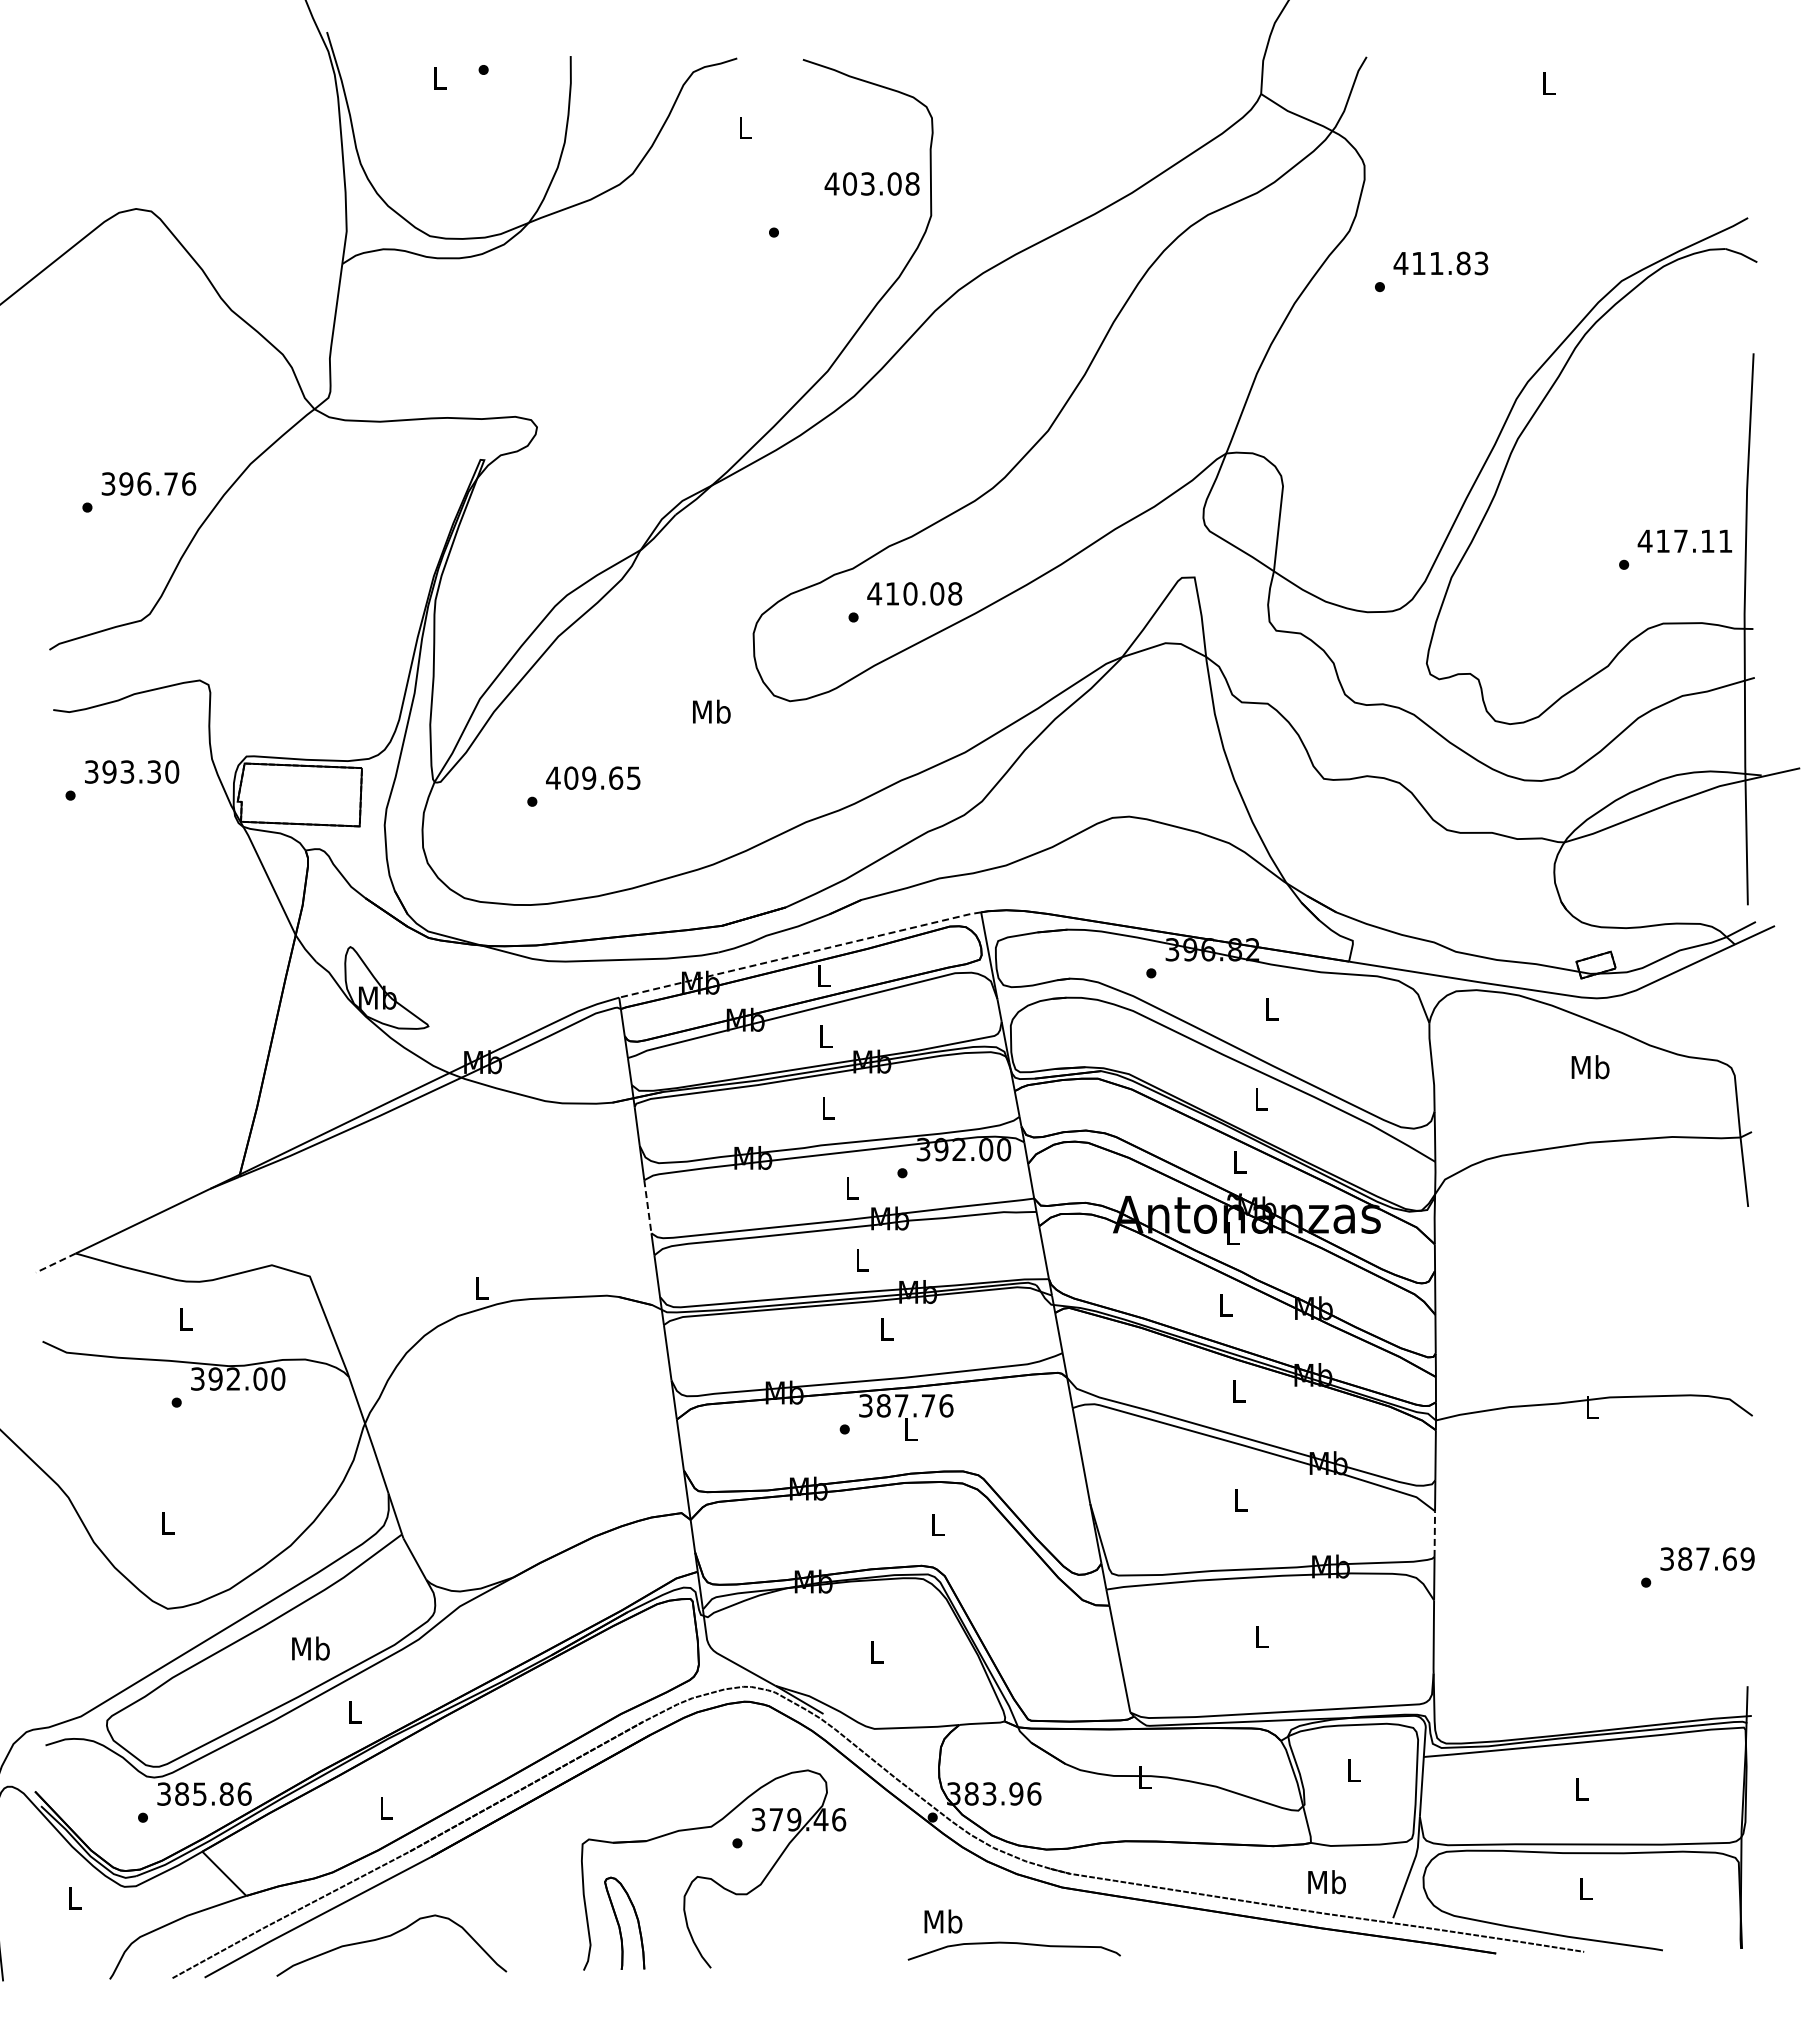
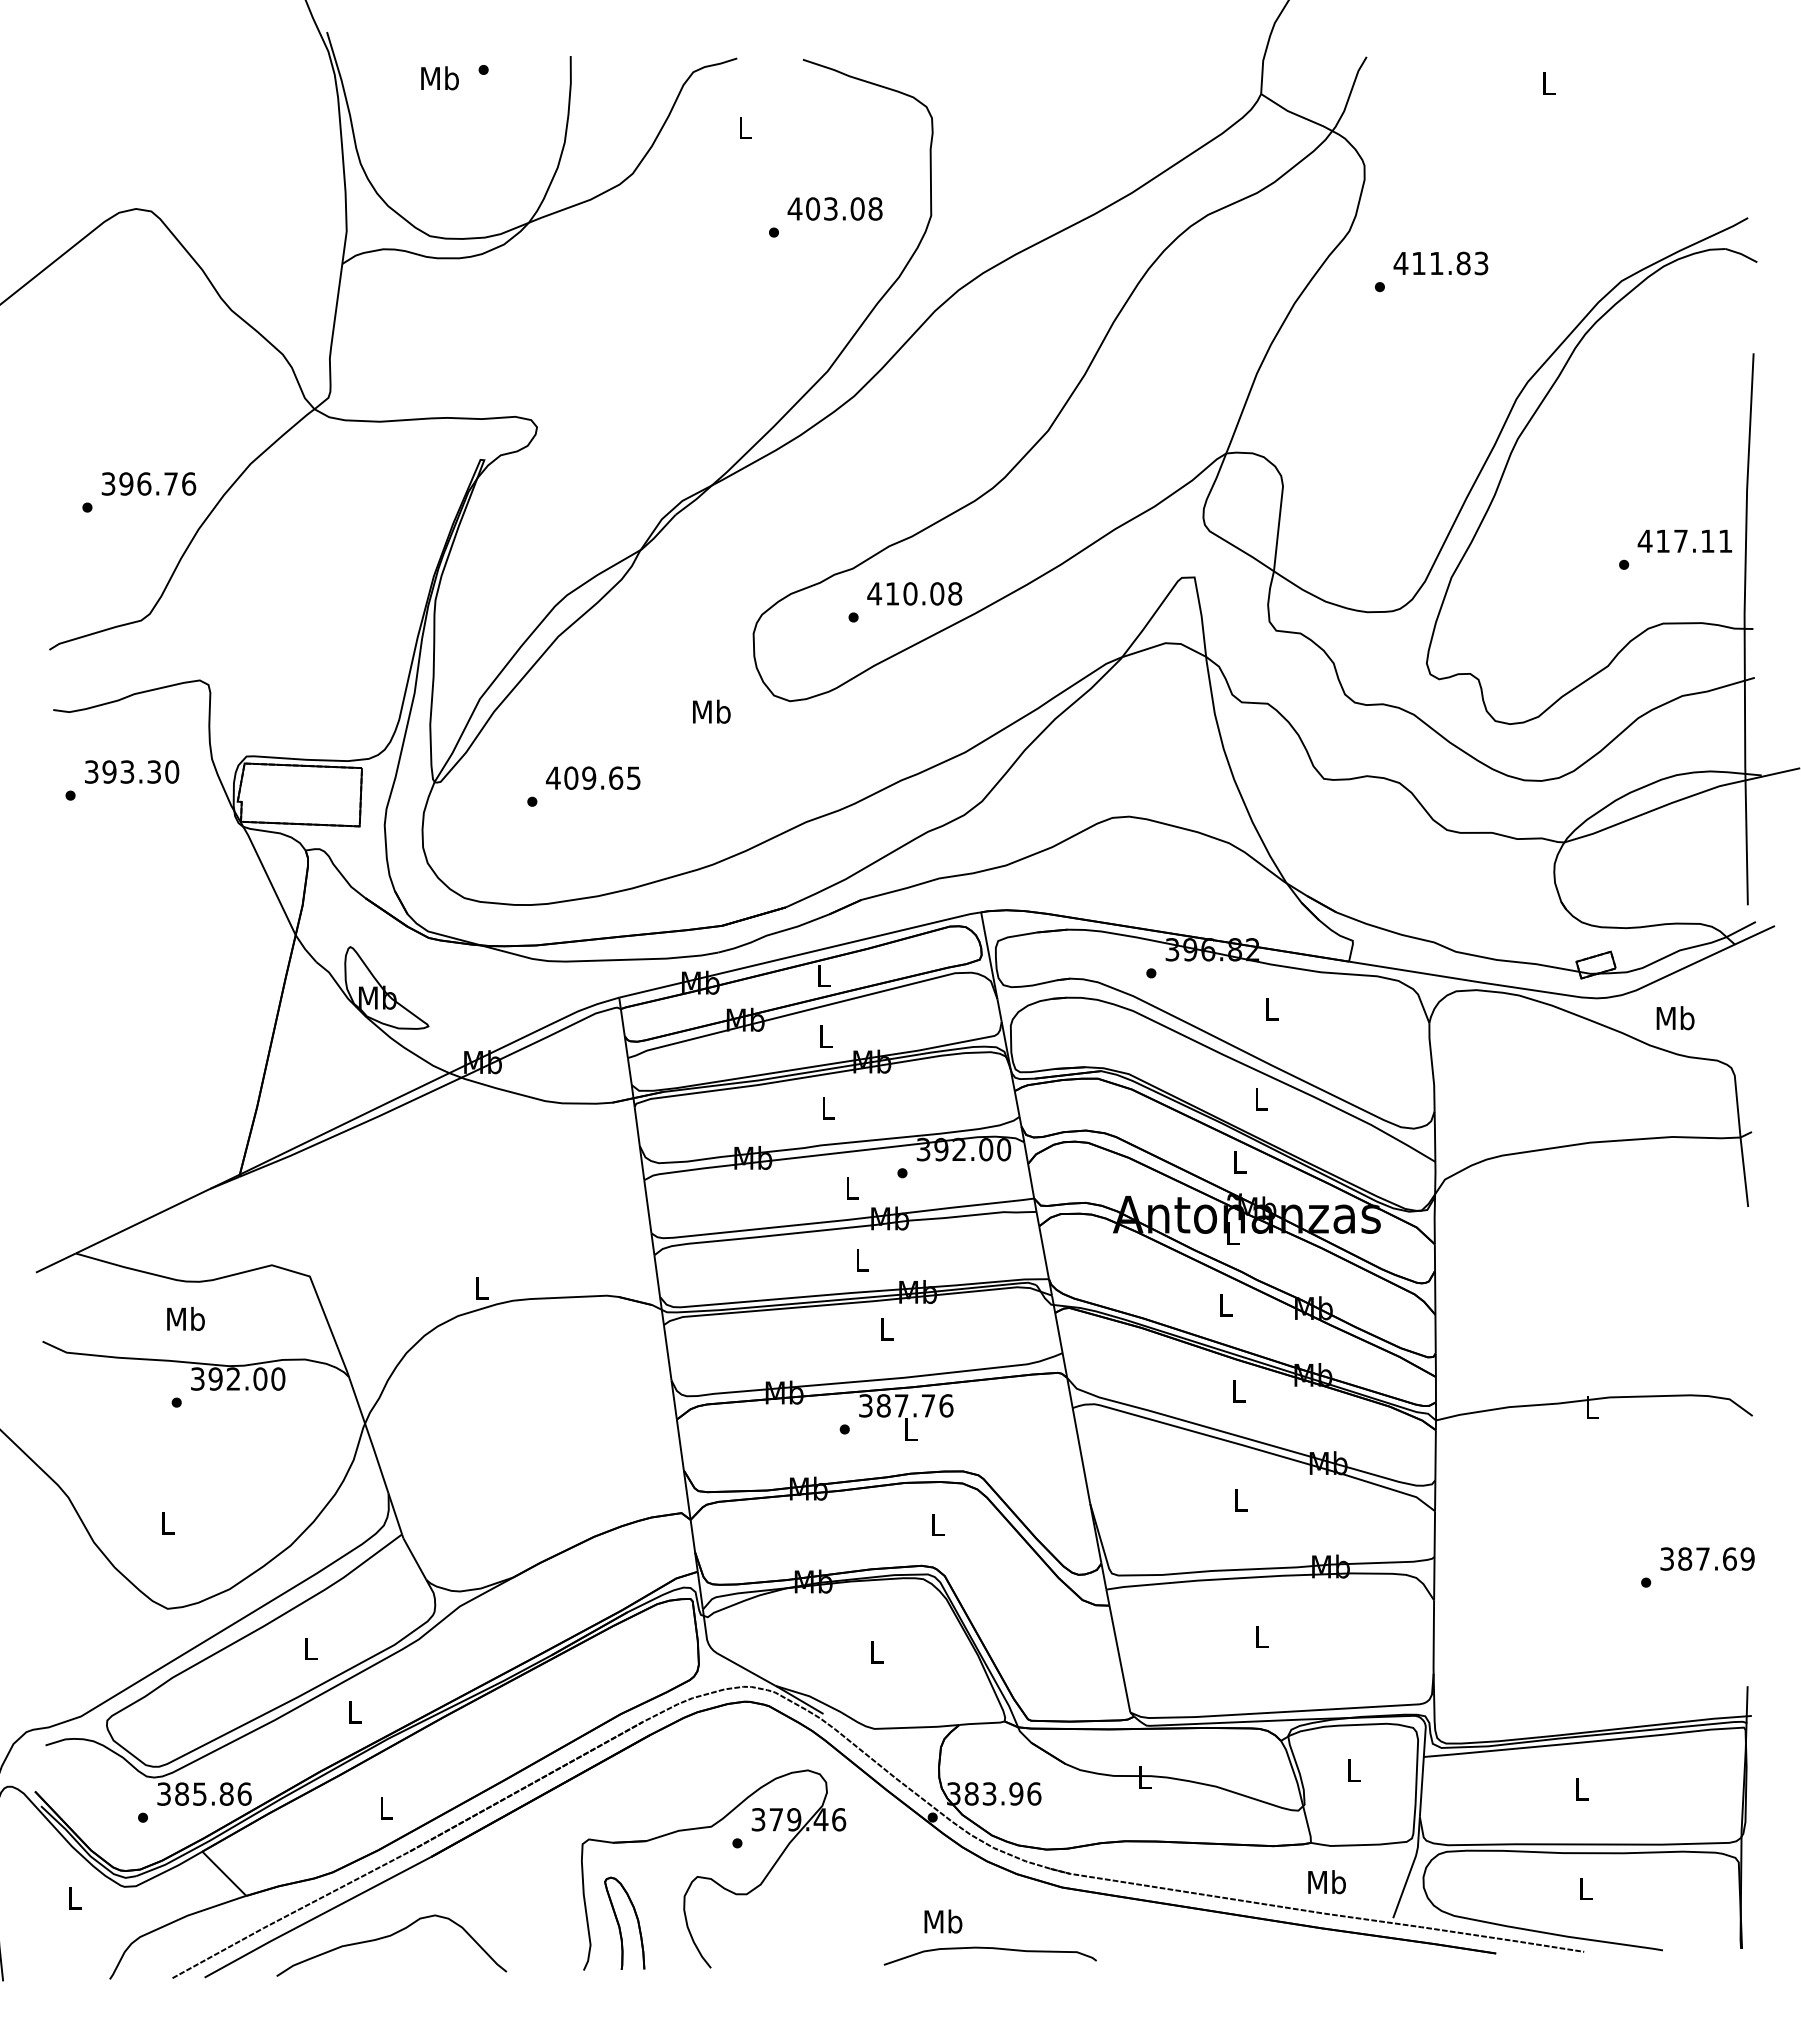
text at (439, 78): L -> Mb
text at (871, 183) position: (871, 183) -> (834, 208)
line at (801, 954): dashed -> solid
text at (1590, 1067) position: (1590, 1067) -> (1675, 1018)
line at (647, 1206): dashed -> solid
line at (55, 1263): dashed -> solid
text at (185, 1318): L -> Mb
line at (1434, 1534): dashed -> solid
text at (310, 1648): Mb -> L
curve at (1013, 1943) position: (1013, 1943) -> (989, 1948)
